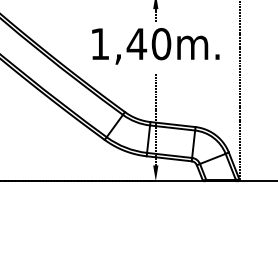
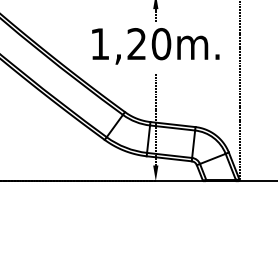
text at (136, 43): 1,40m. -> 1,20m.
